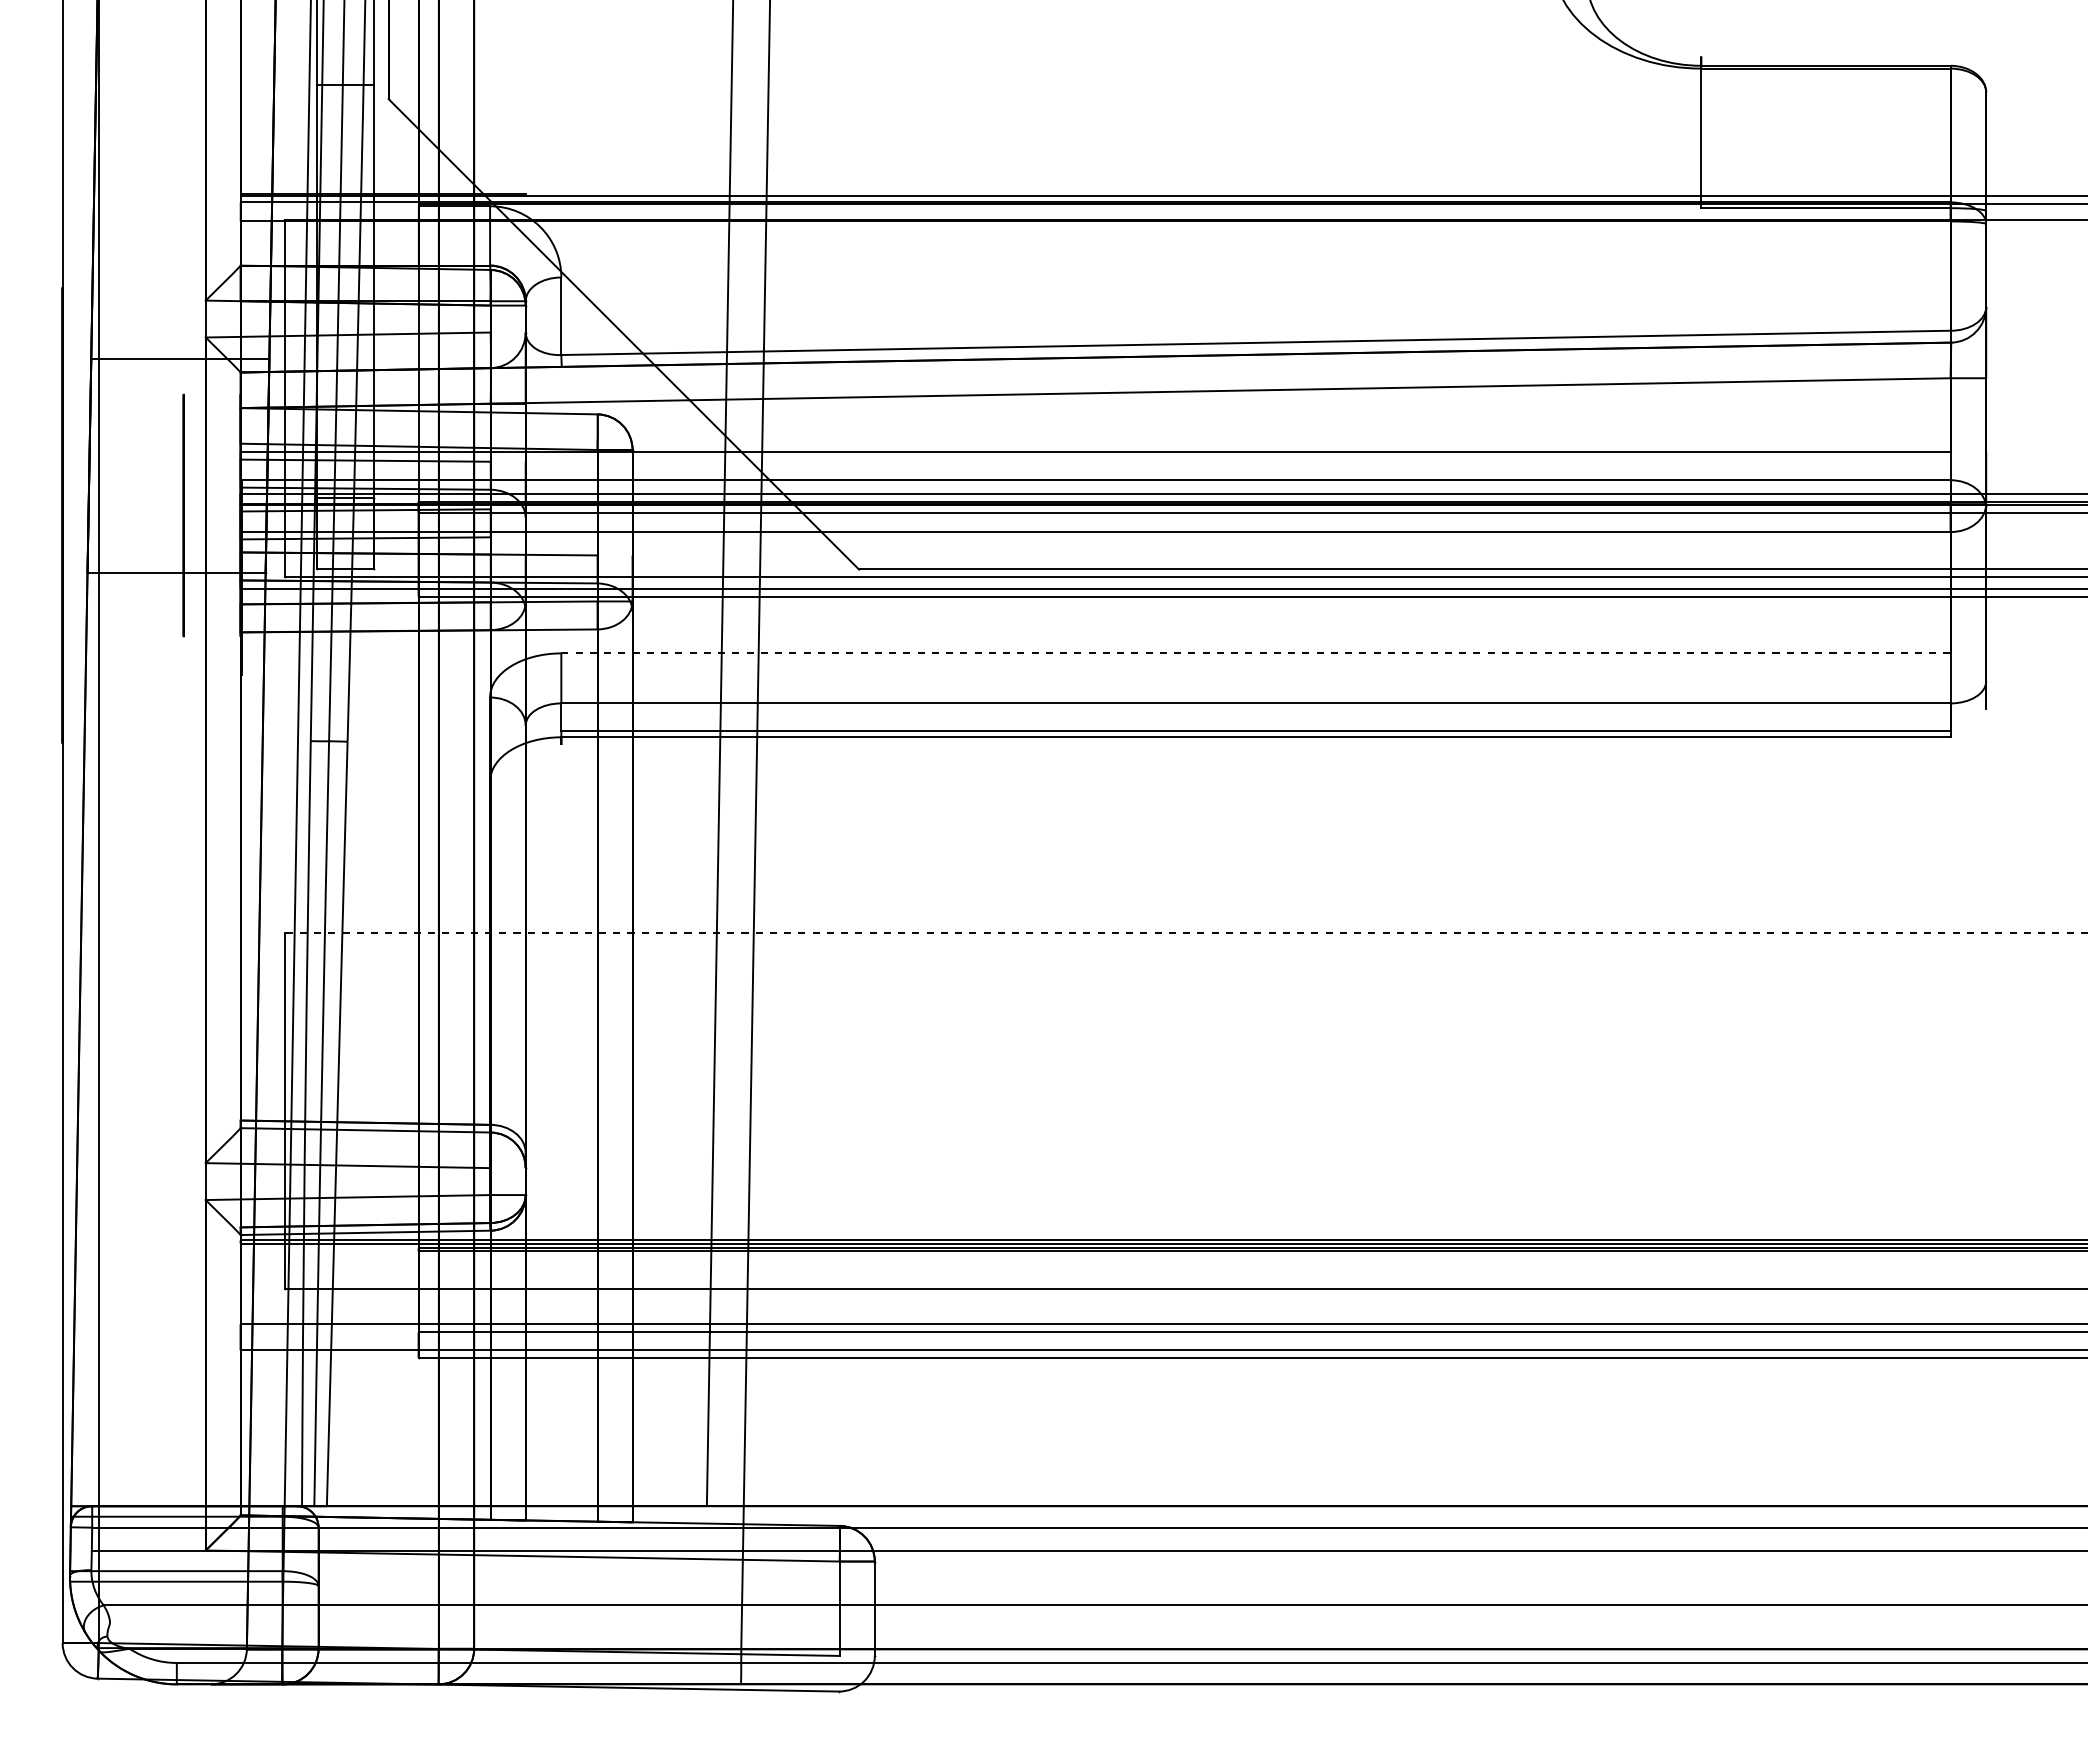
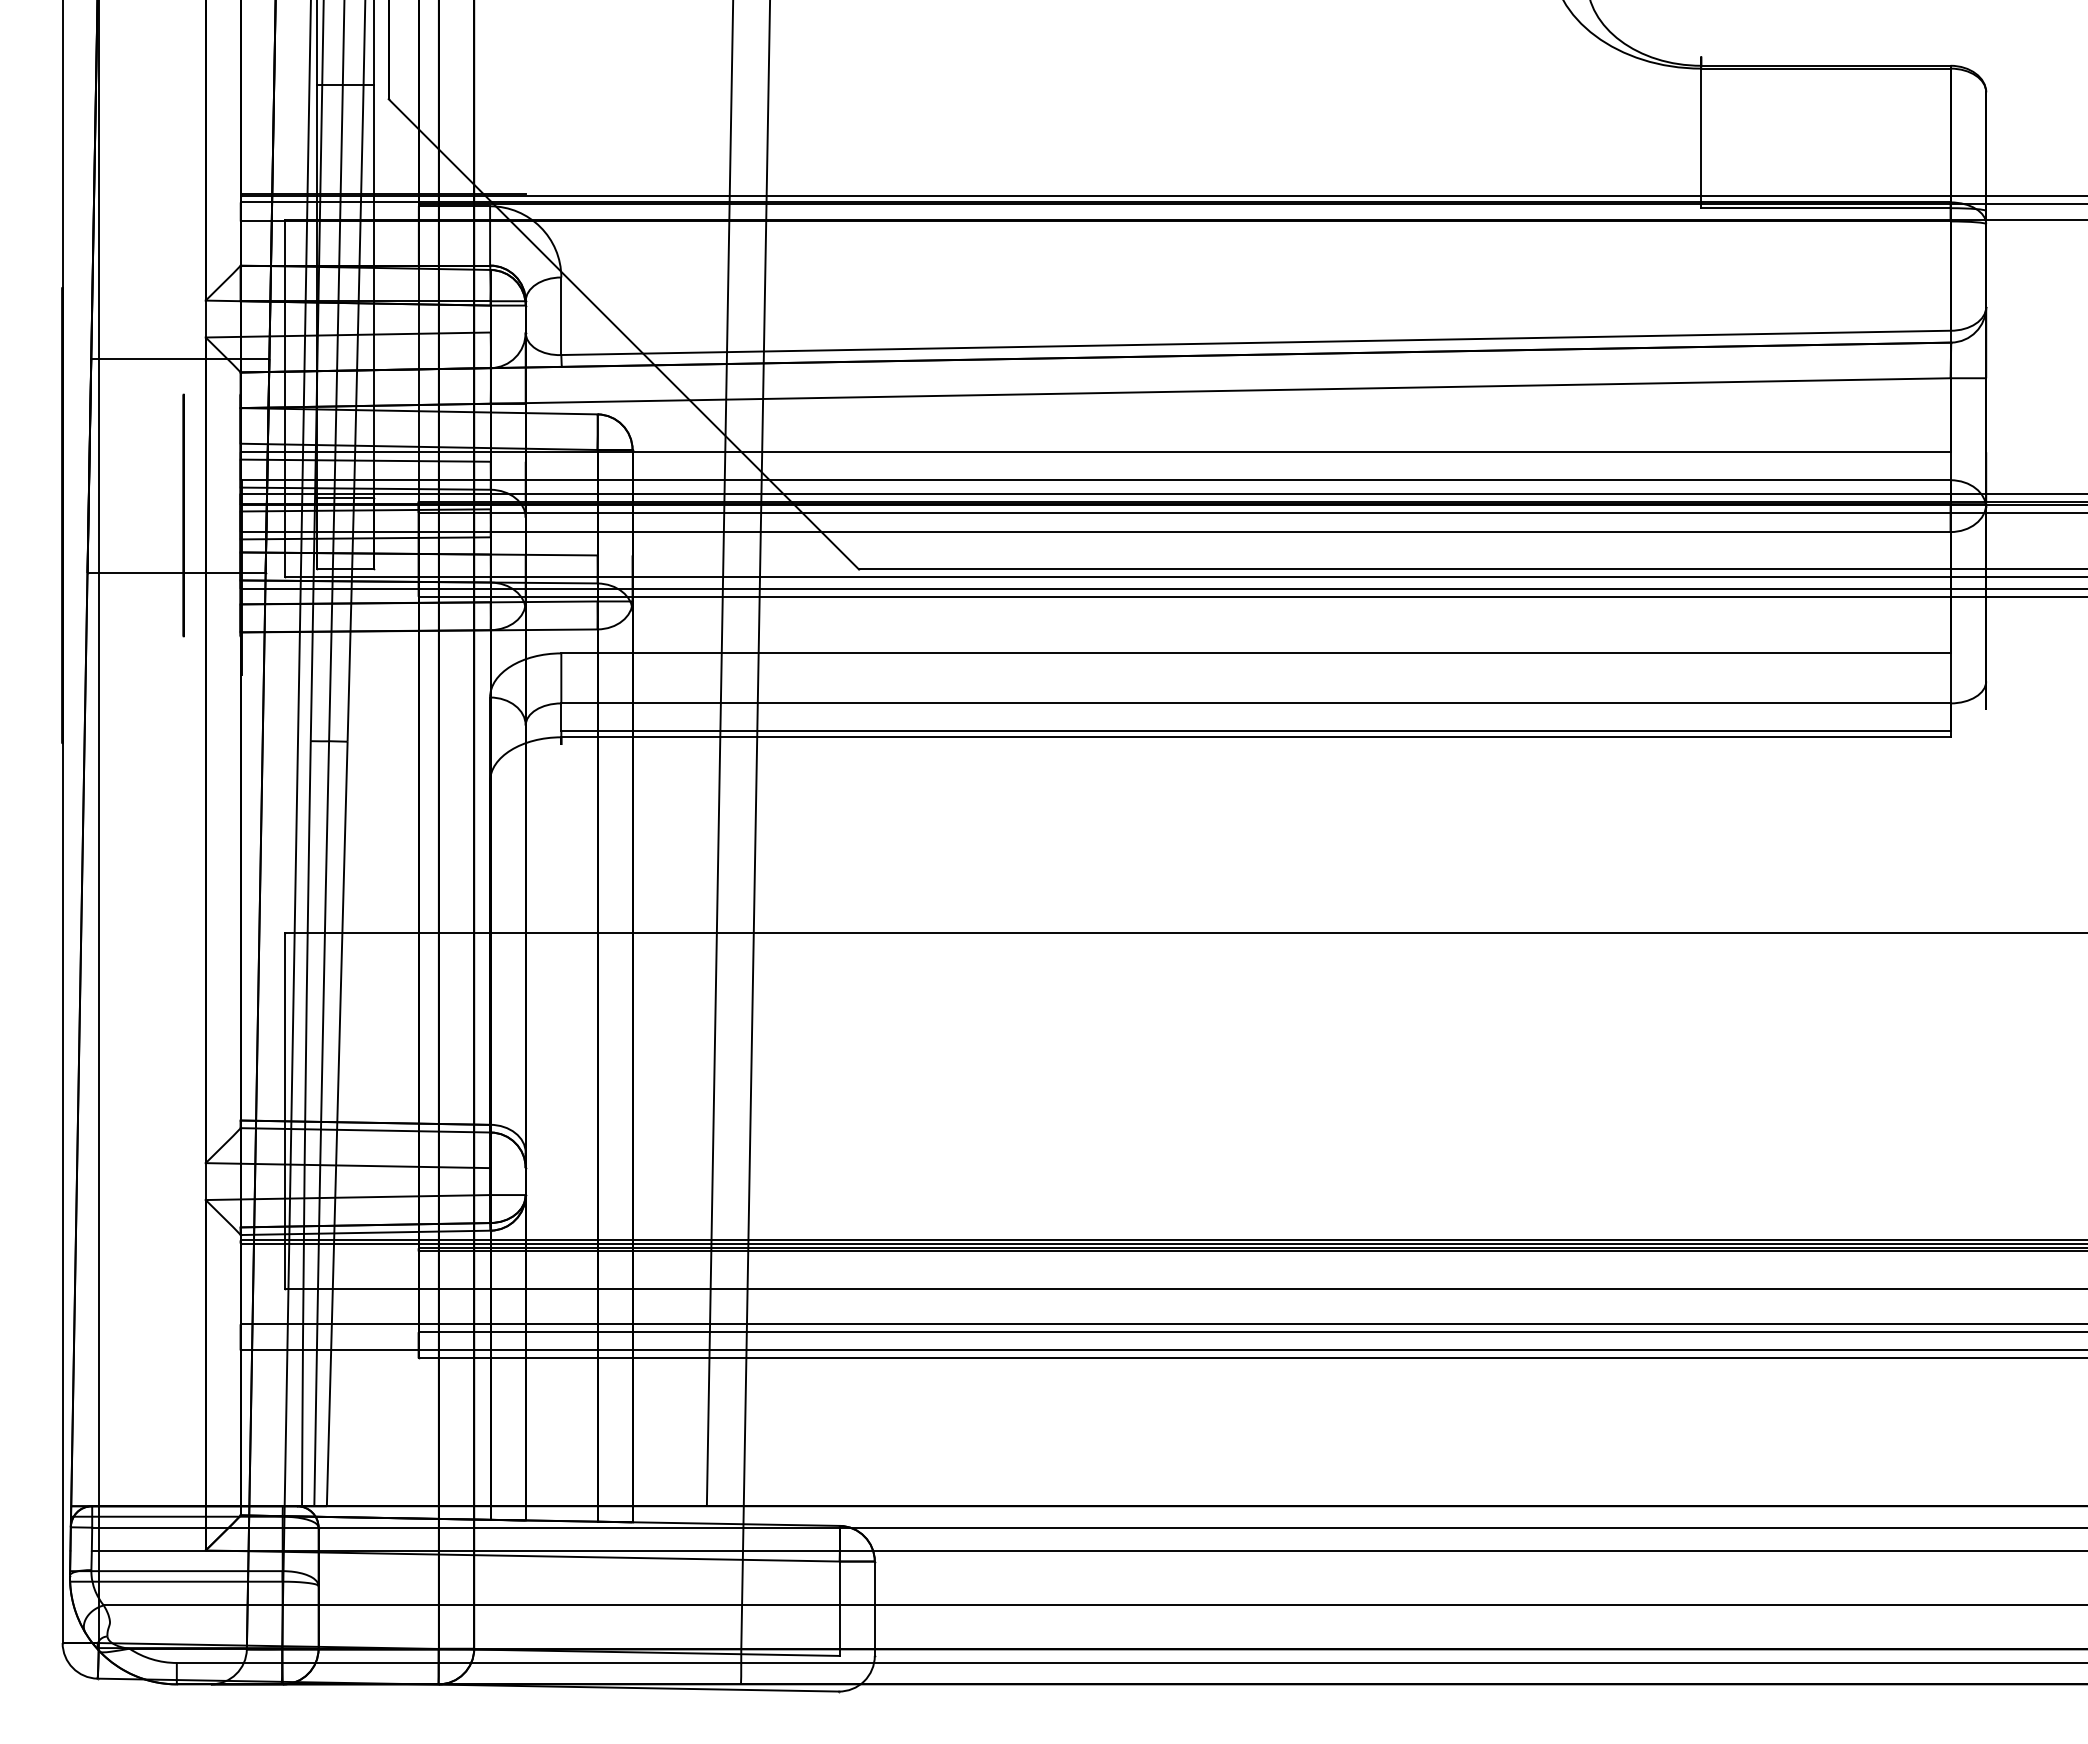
line at (1255, 653): dashed -> solid
line at (1186, 932): dashed -> solid
